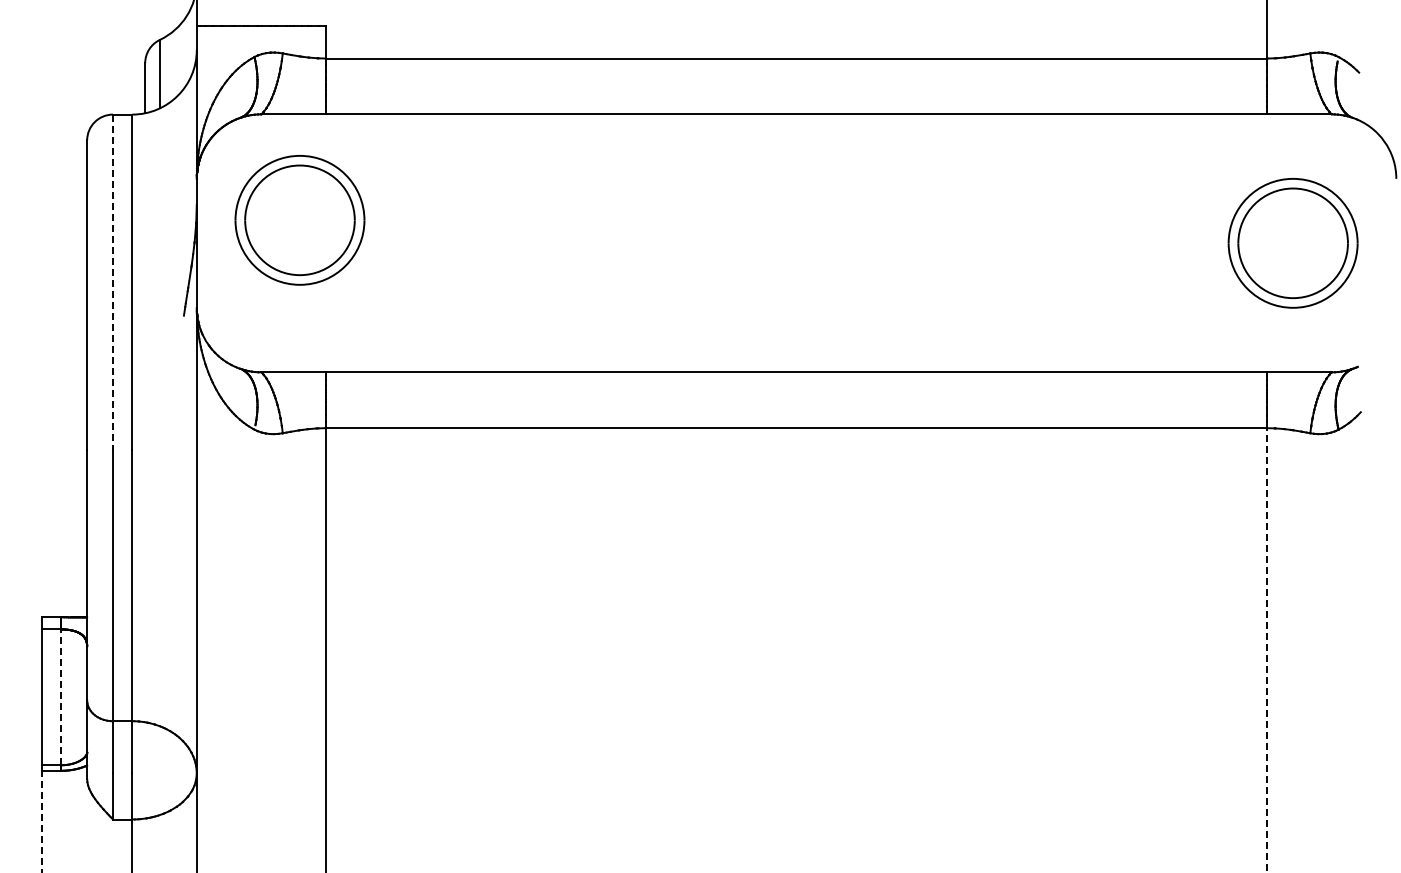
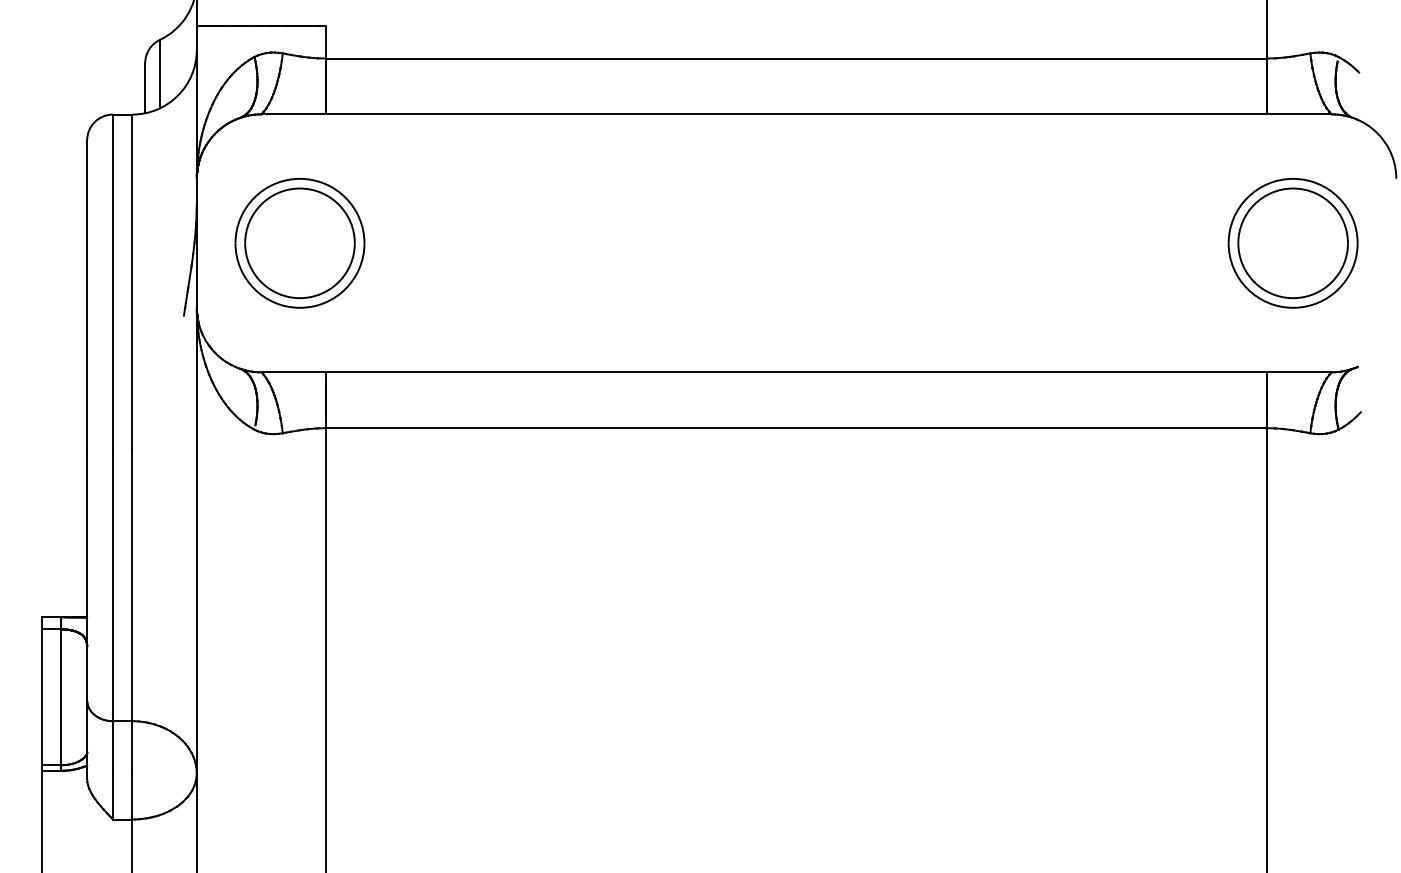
part at (299, 220) position: (299, 220) -> (299, 243)
line at (112, 282): dashed -> solid
line at (1267, 650): dashed -> solid
line at (61, 697): dashed -> solid
line at (42, 821): dashed -> solid
